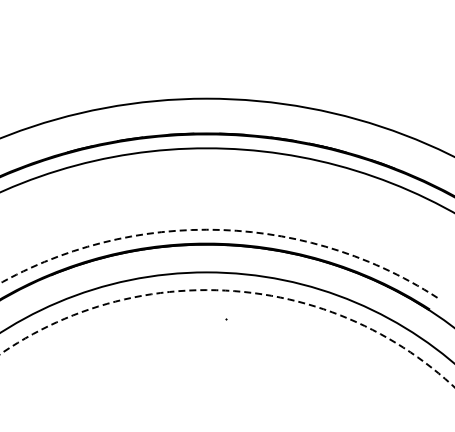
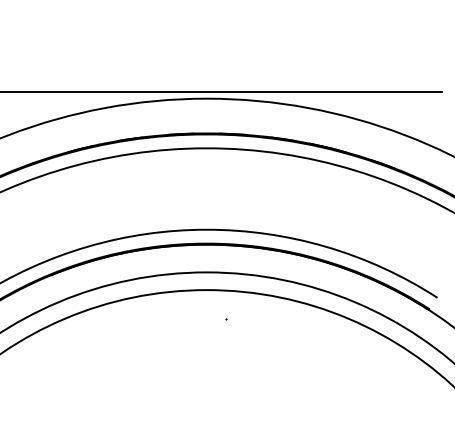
line at (221, 91): none -> present
arc at (219, 229): dashed -> solid
arc at (231, 290): dashed -> solid
